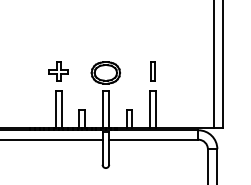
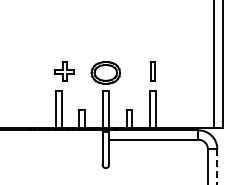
part at (58, 71) position: (58, 71) -> (64, 71)
line at (52, 139): present -> none
line at (217, 167): solid -> dashed
